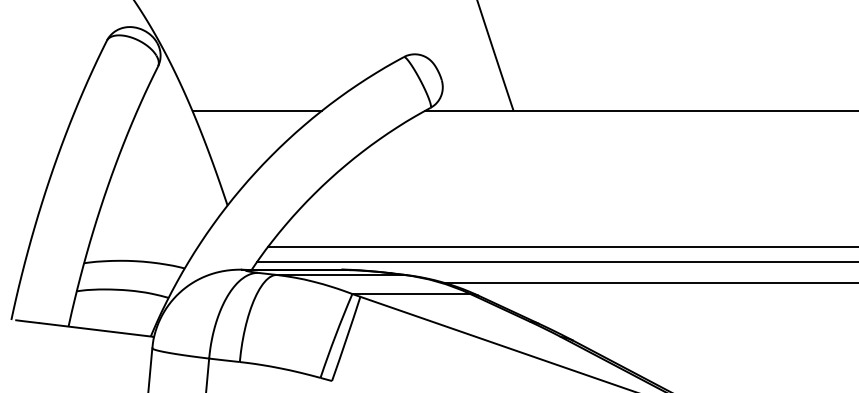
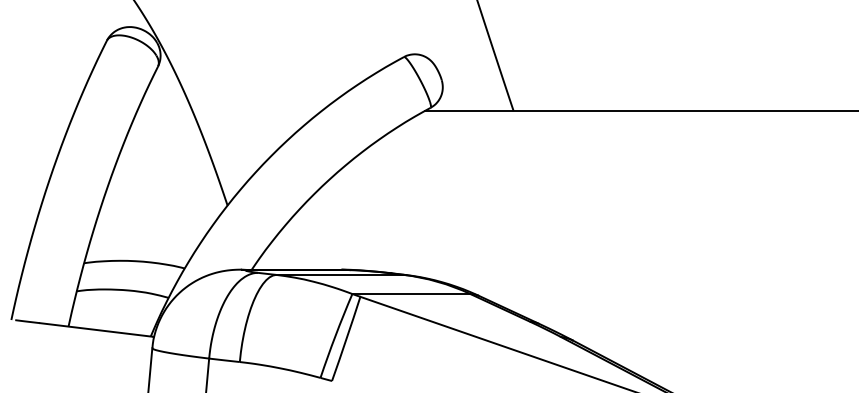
line at (256, 111): present -> none
line at (561, 246): present -> none
line at (556, 261): present -> none
line at (649, 282): present -> none
